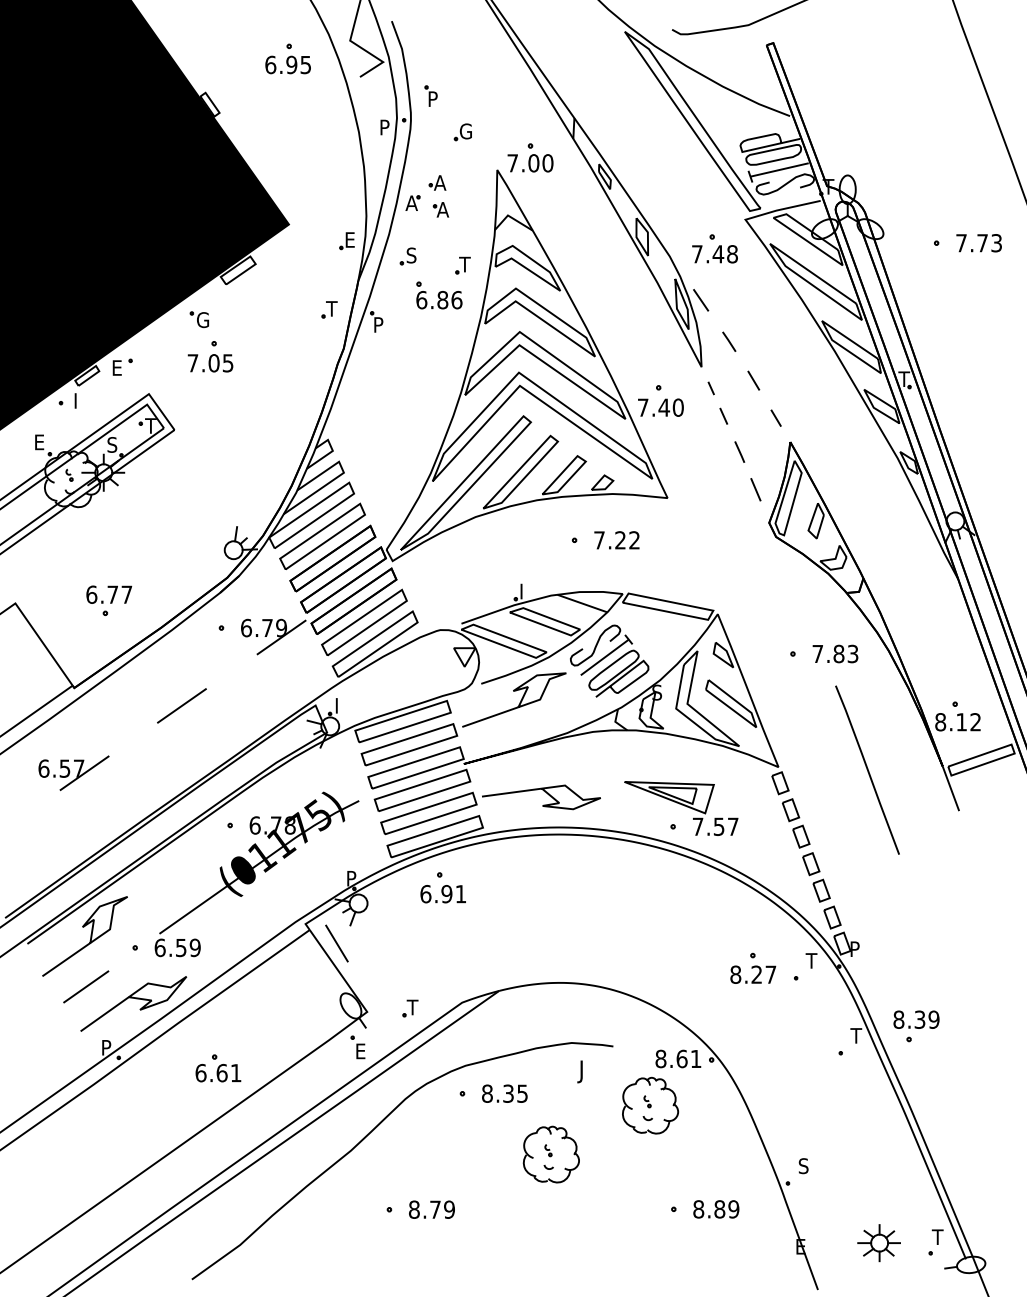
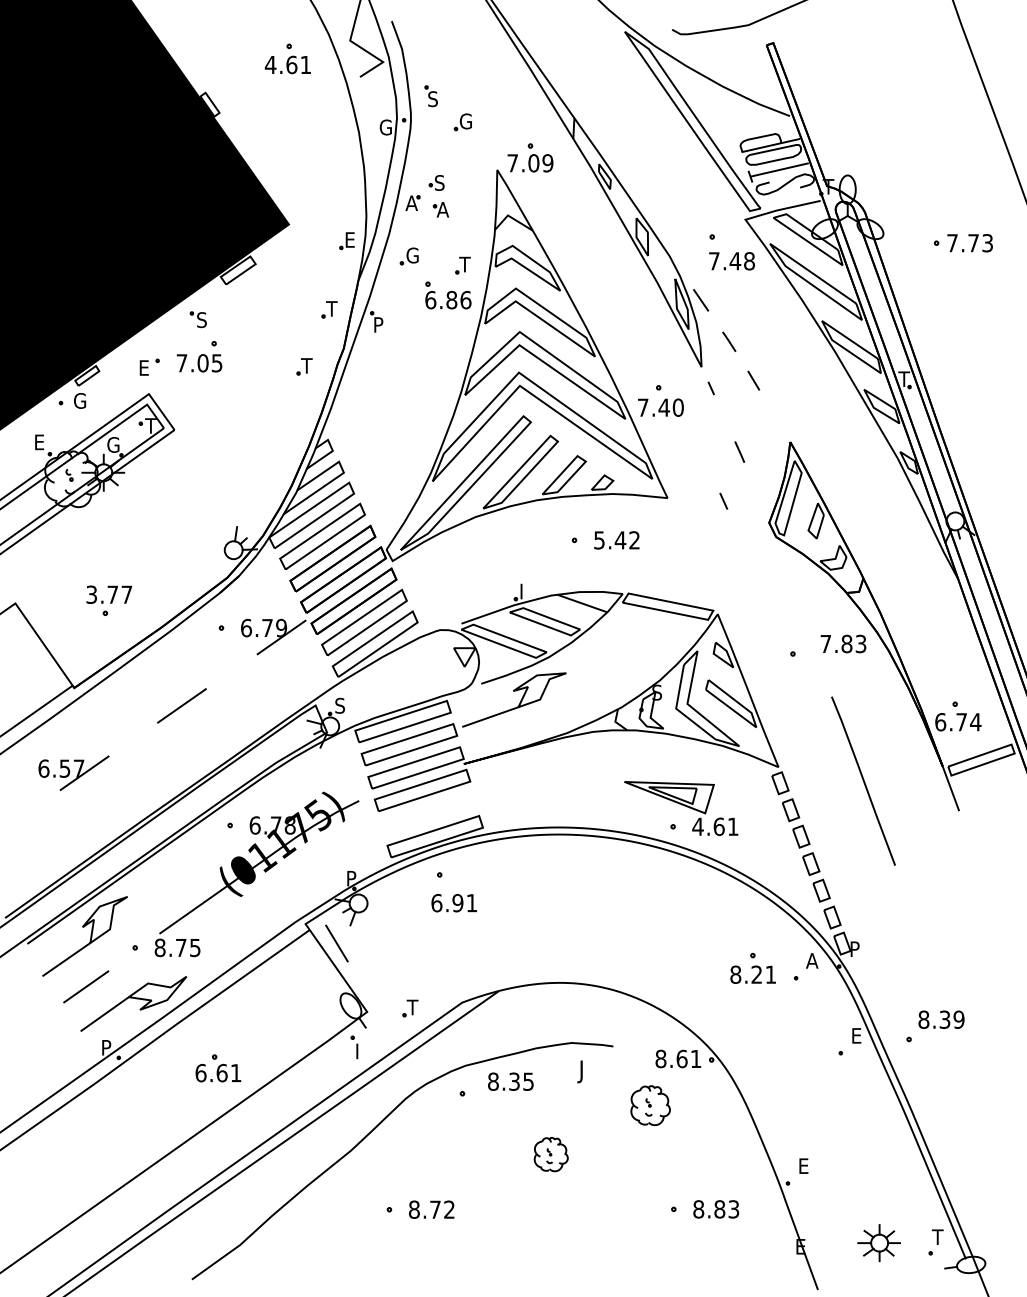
text at (287, 64): 6.95 -> 4.61
text at (432, 99): P -> S
text at (385, 127): P -> G
part at (462, 132) position: (462, 132) -> (462, 122)
text at (547, 163): 7.00 -> 7.09
text at (440, 182): A -> S
text at (978, 243) position: (978, 243) -> (969, 243)
text at (714, 254) position: (714, 254) -> (731, 261)
text at (412, 255): S -> G
part at (439, 295) position: (439, 295) -> (448, 295)
text at (203, 320): G -> S
text at (210, 363) position: (210, 363) -> (199, 363)
part at (122, 366) position: (122, 366) -> (149, 366)
part at (304, 366): none -> present
text at (80, 400): I -> G
line at (723, 415) position: (723, 415) -> (723, 500)
line at (775, 417): present -> none
text at (113, 444): S -> G
line at (755, 489): present -> none
text at (610, 540): 7.22 -> 5.42
text at (91, 594): 6.77 -> 3.77
text at (835, 653) position: (835, 653) -> (843, 643)
part at (609, 660): present -> none
text at (339, 705): I -> S
text at (958, 722): 8.12 -> 6.74
line at (867, 769) position: (867, 769) -> (863, 780)
part at (490, 796): present -> none
text at (715, 826): 7.57 -> 4.61
text at (442, 894) position: (442, 894) -> (453, 903)
text at (177, 947): 6.59 -> 8.75
text at (811, 960): T -> A
text at (770, 974): 8.27 -> 8.21
text at (916, 1019) position: (916, 1019) -> (941, 1019)
text at (856, 1035): T -> E
text at (361, 1051): E -> I
text at (504, 1093) position: (504, 1093) -> (510, 1081)
part at (650, 1105) size: 58x59 px -> 41x42 px
part at (550, 1154) size: 58x59 px -> 36x36 px
text at (803, 1166): S -> E
text at (449, 1209): 8.79 -> 8.72
text at (733, 1209): 8.89 -> 8.83
